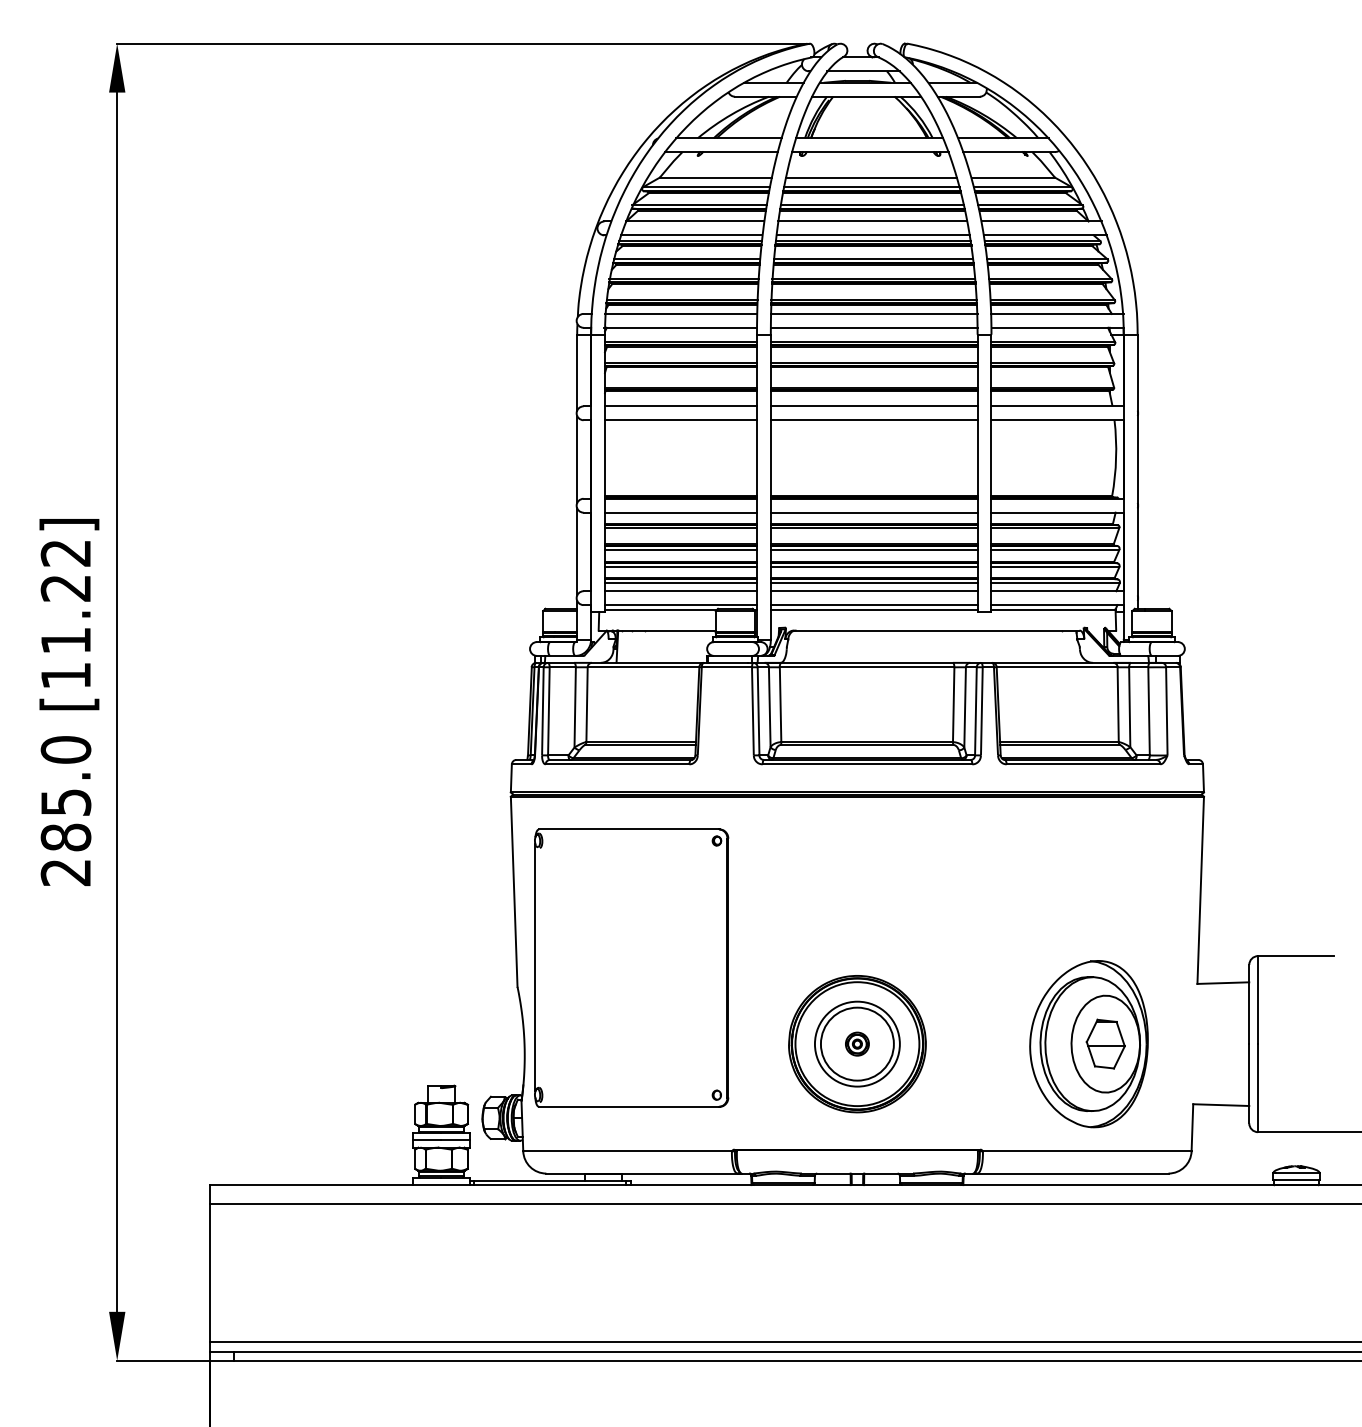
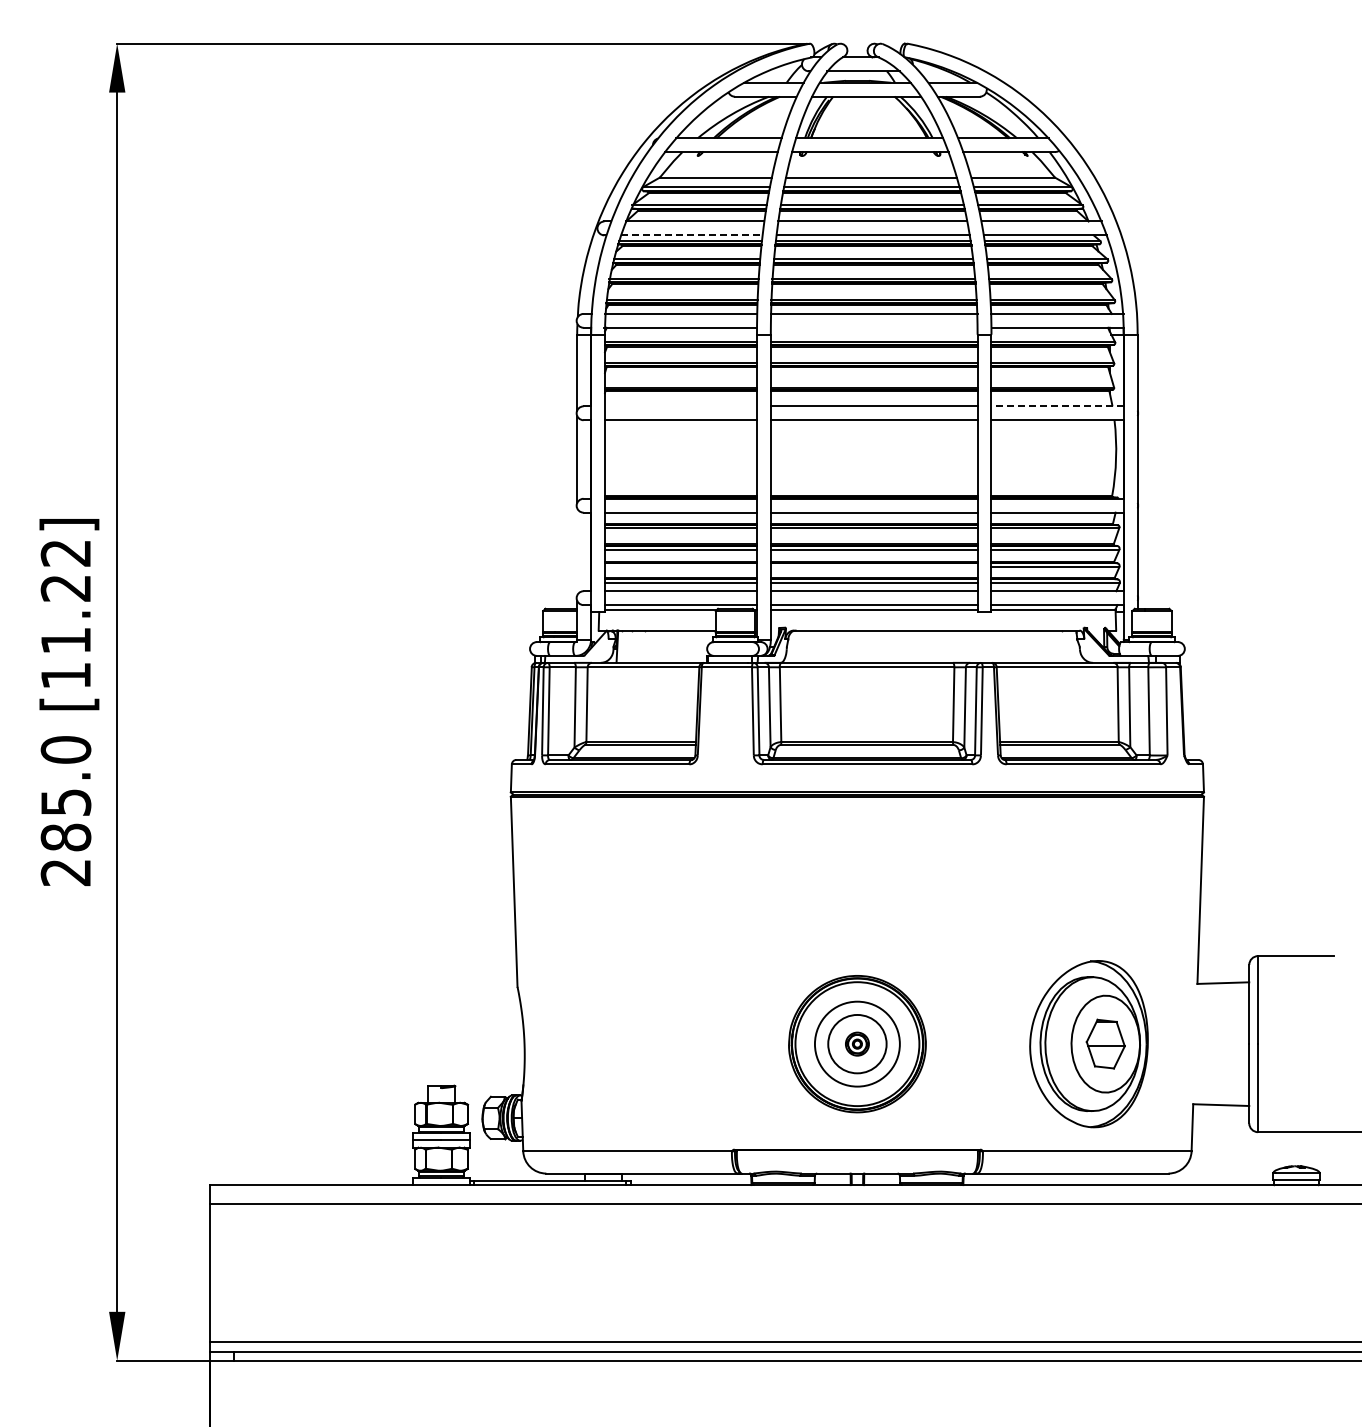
line at (691, 235): solid -> dashed
line at (873, 327): present -> none
line at (680, 406): present -> none
line at (1057, 406): solid -> dashed
line at (577, 551): present -> none
line at (680, 567): present -> none
line at (873, 567): present -> none
part at (631, 967): present -> none
circle at (856, 1043) diameter: 73 px -> 58 px
